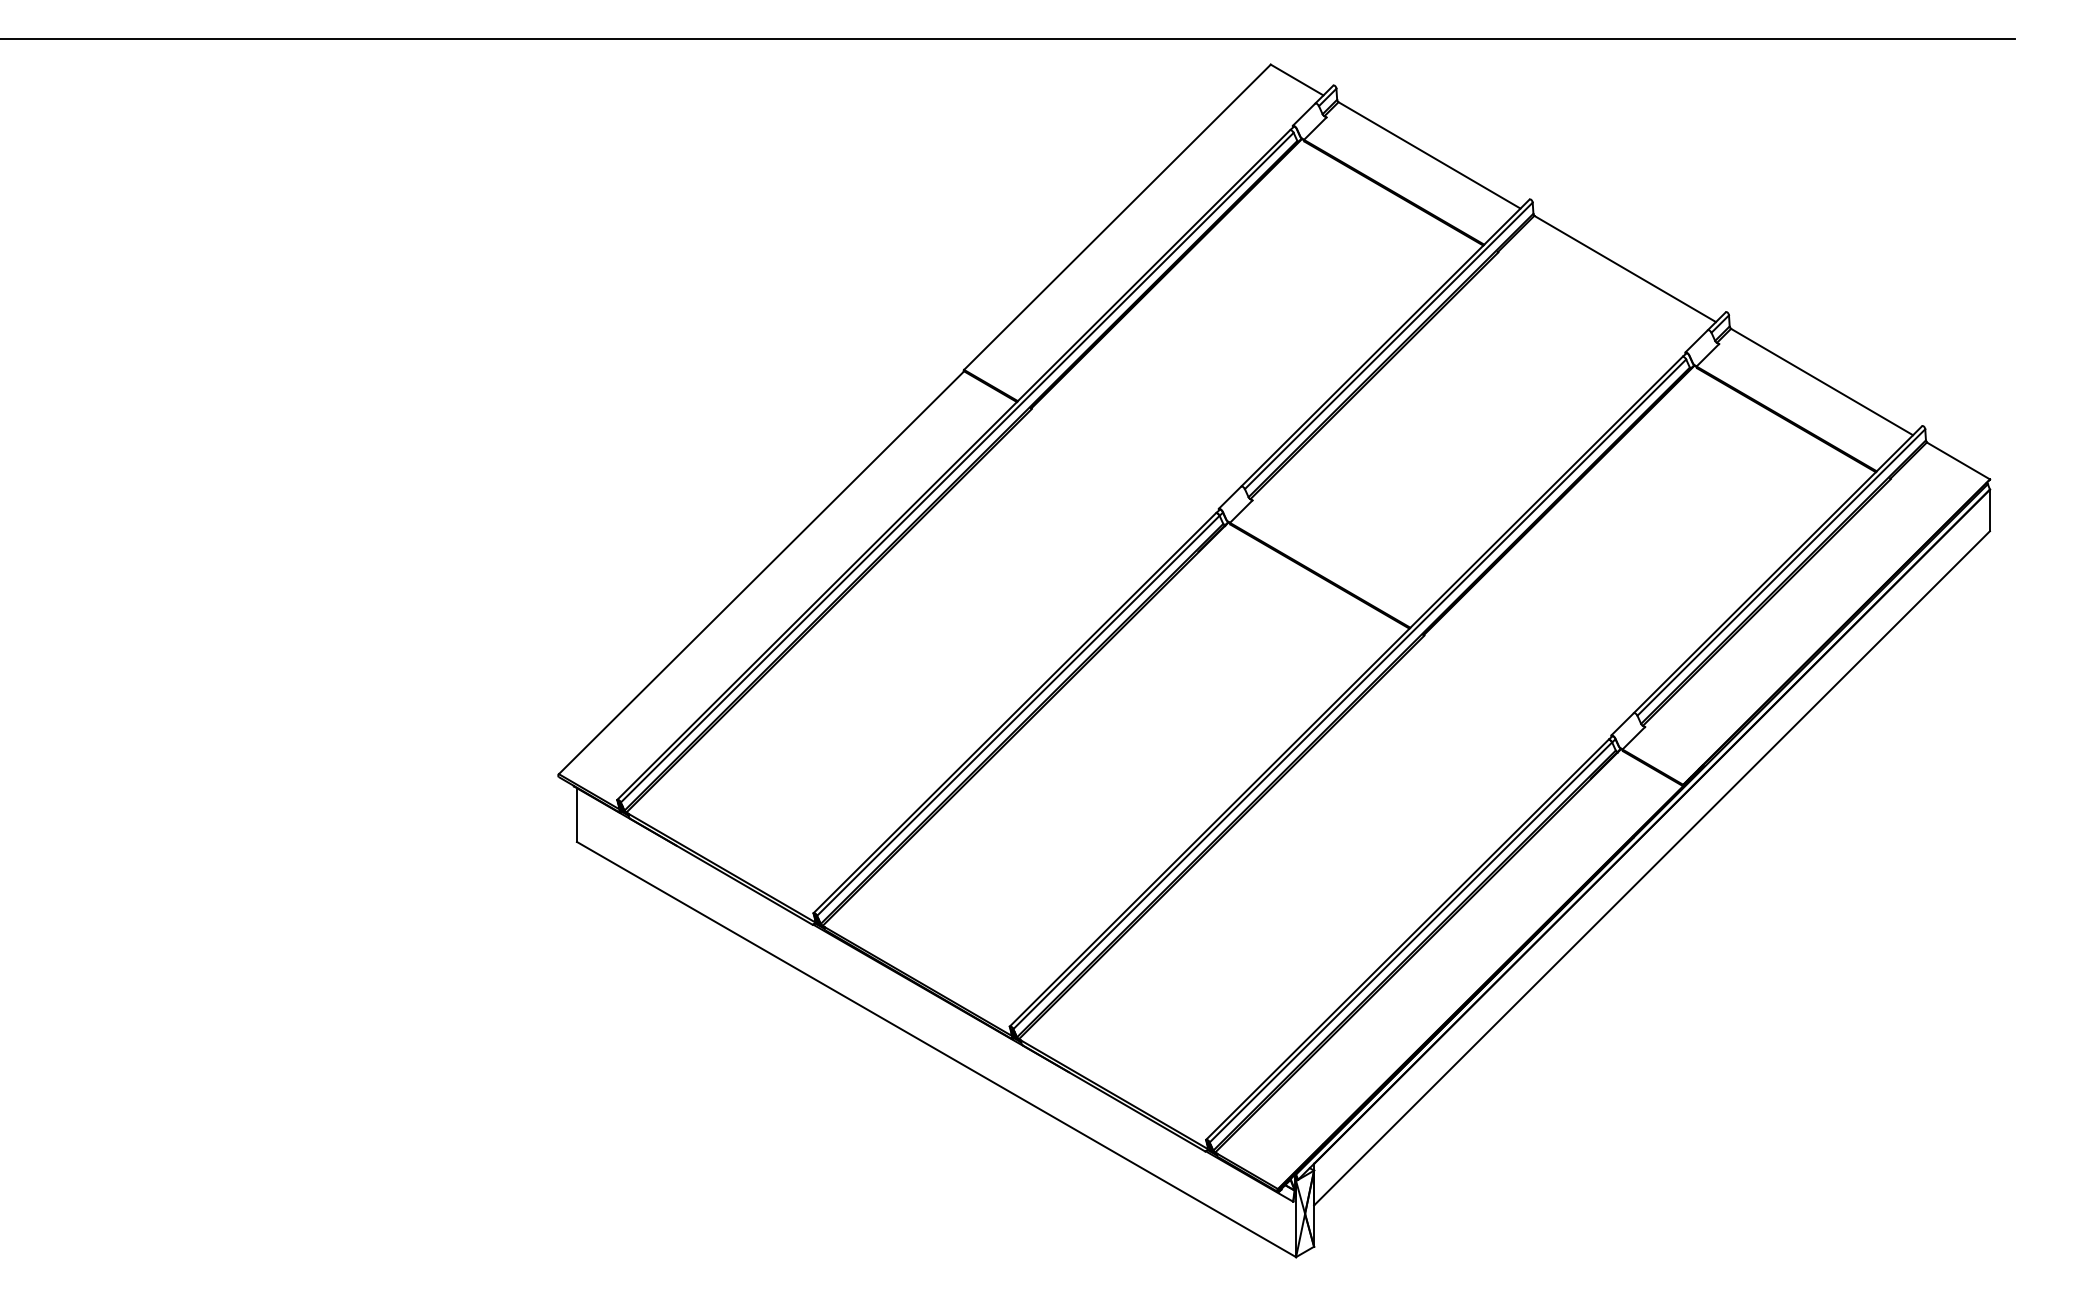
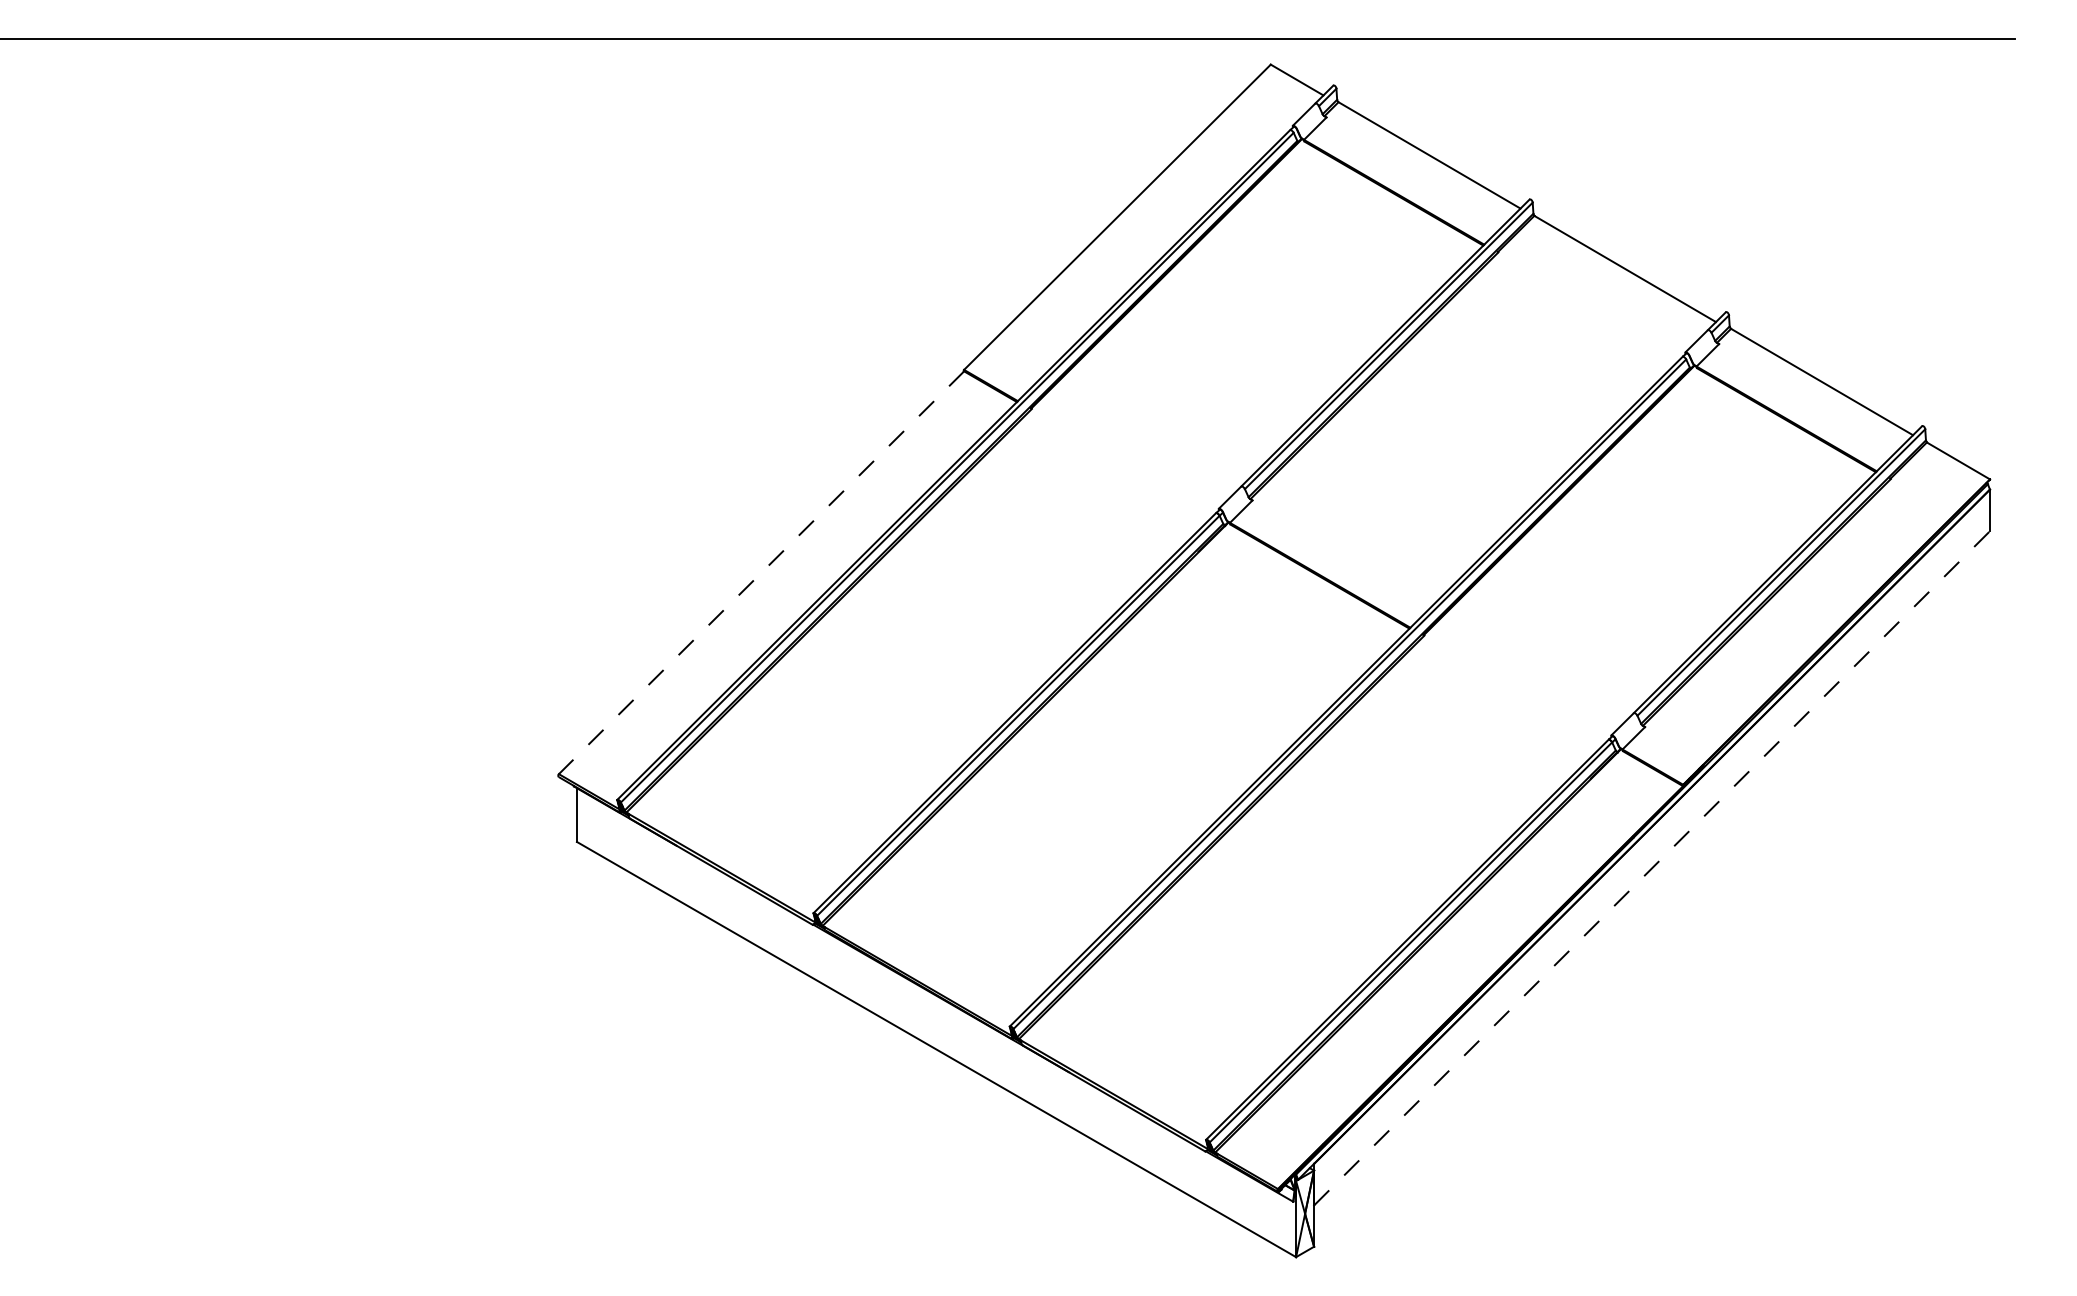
line at (761, 572): solid -> dashed
line at (1652, 867): solid -> dashed
